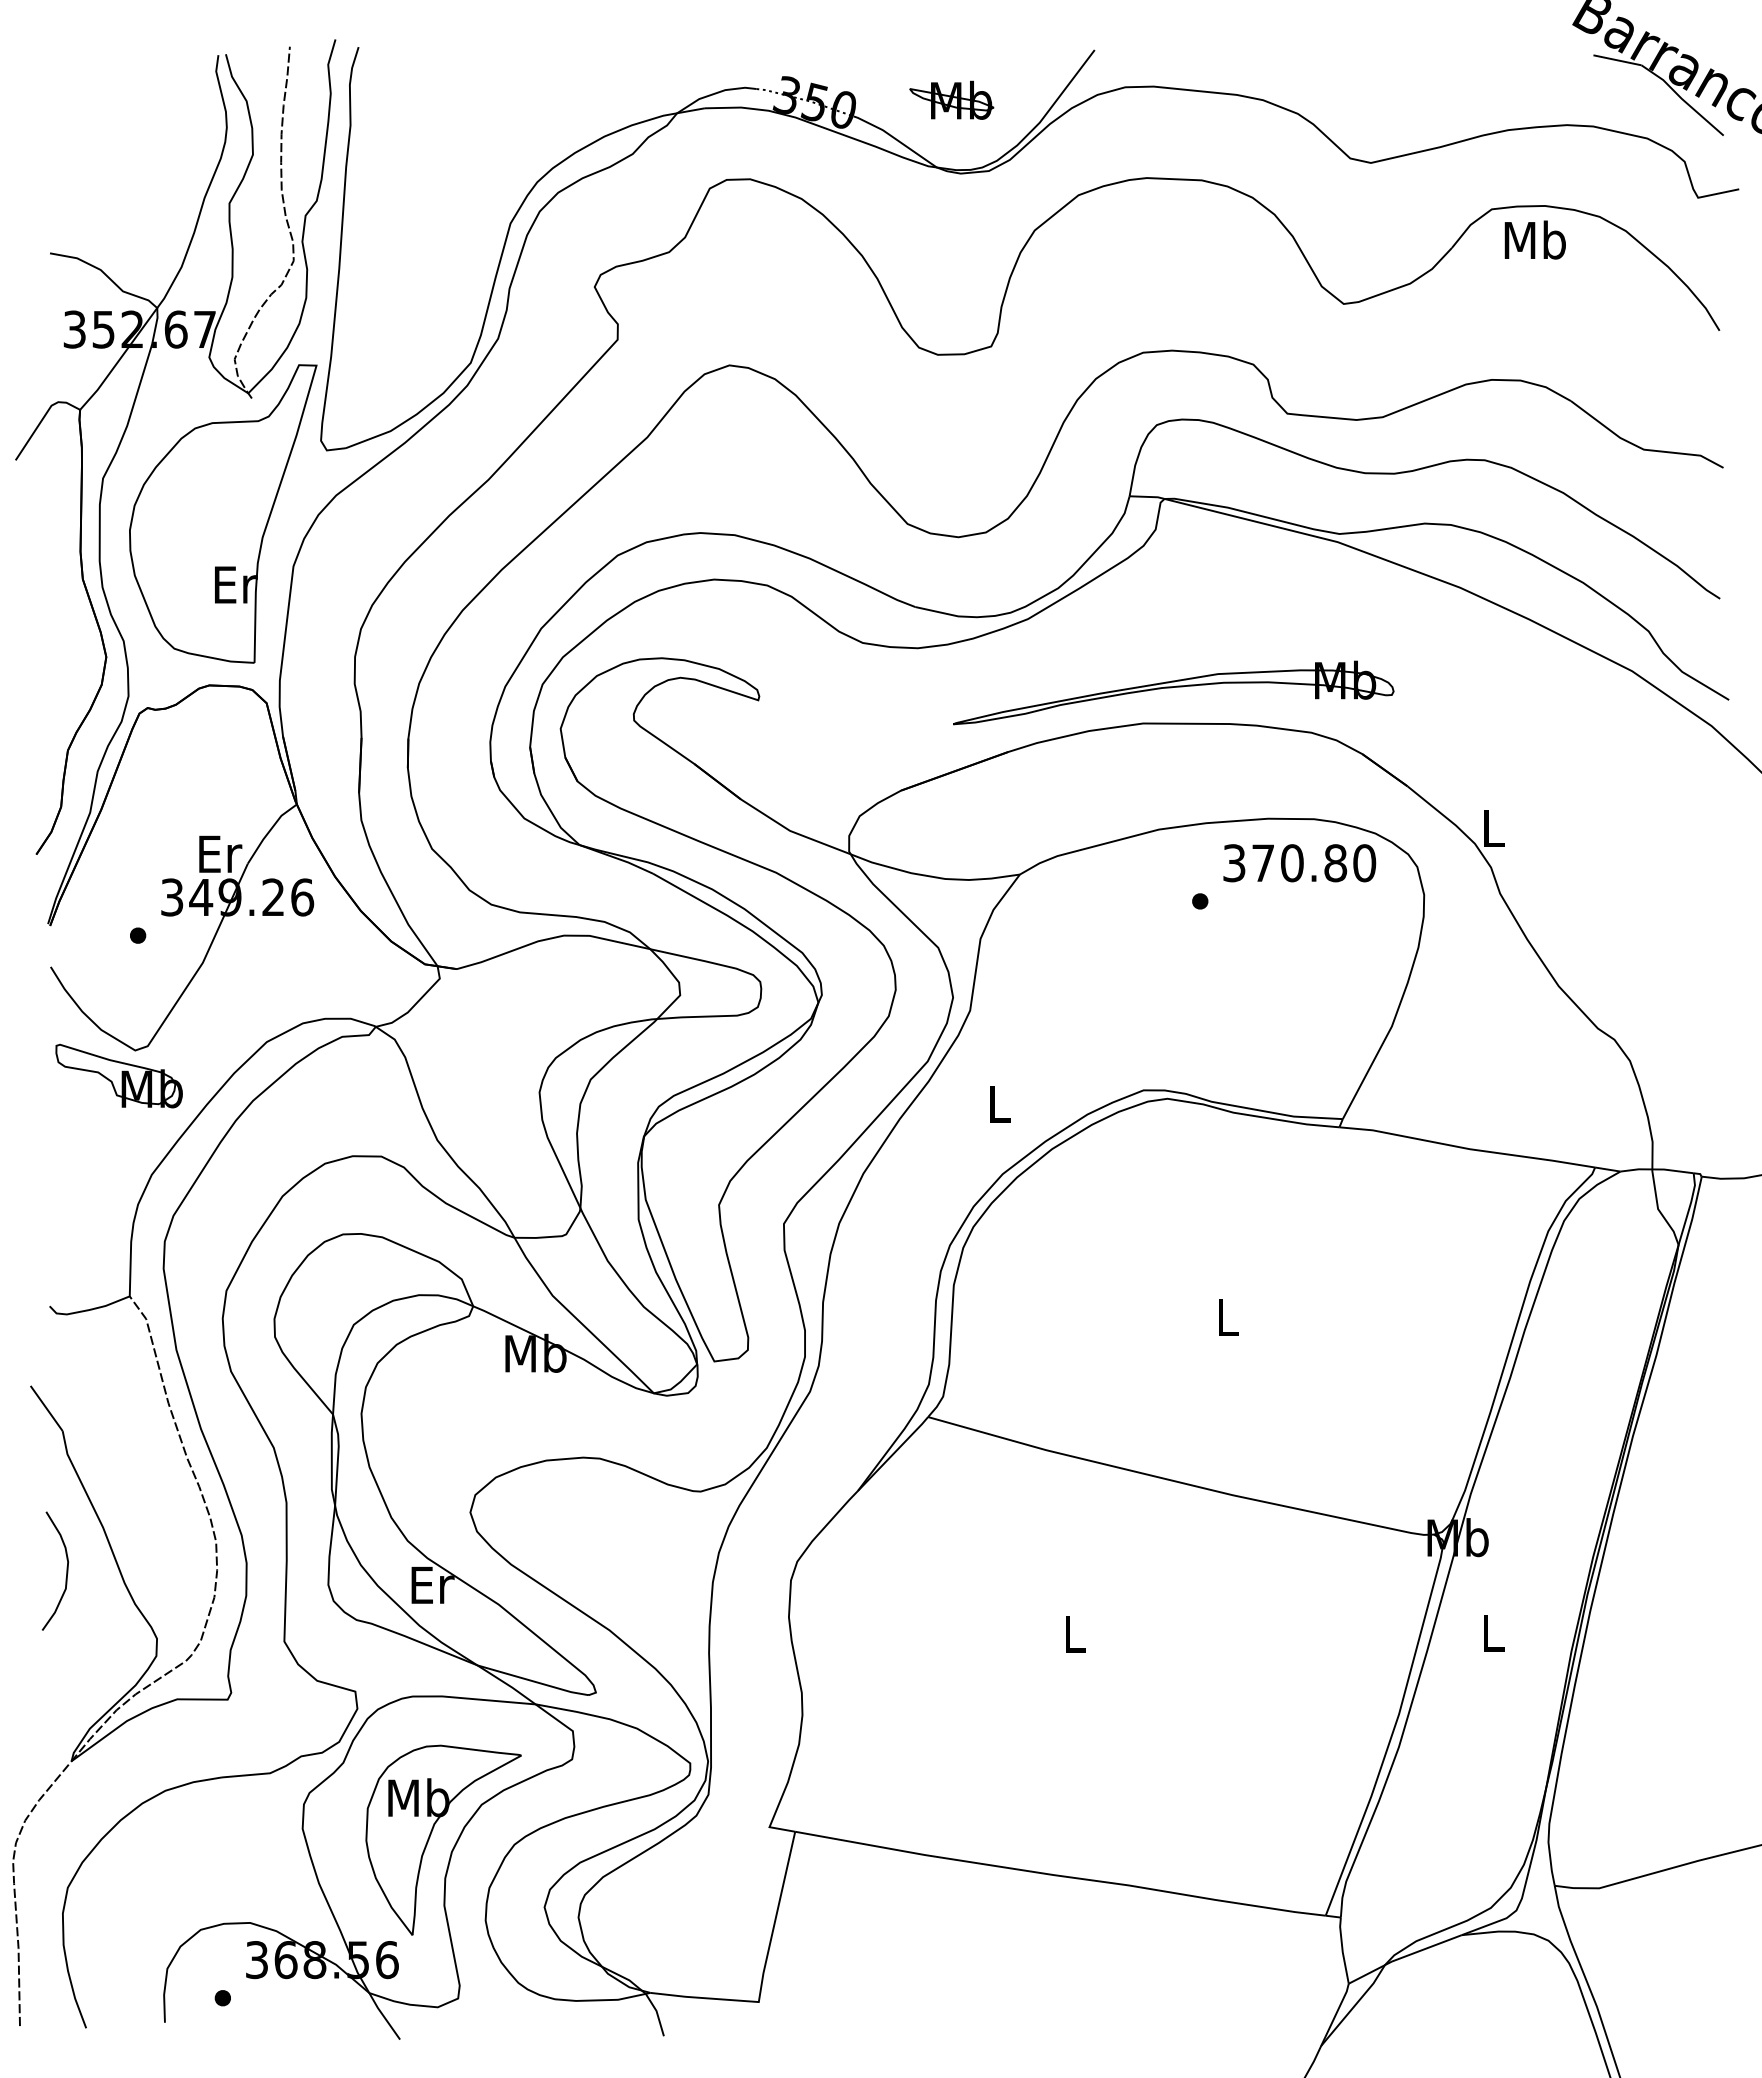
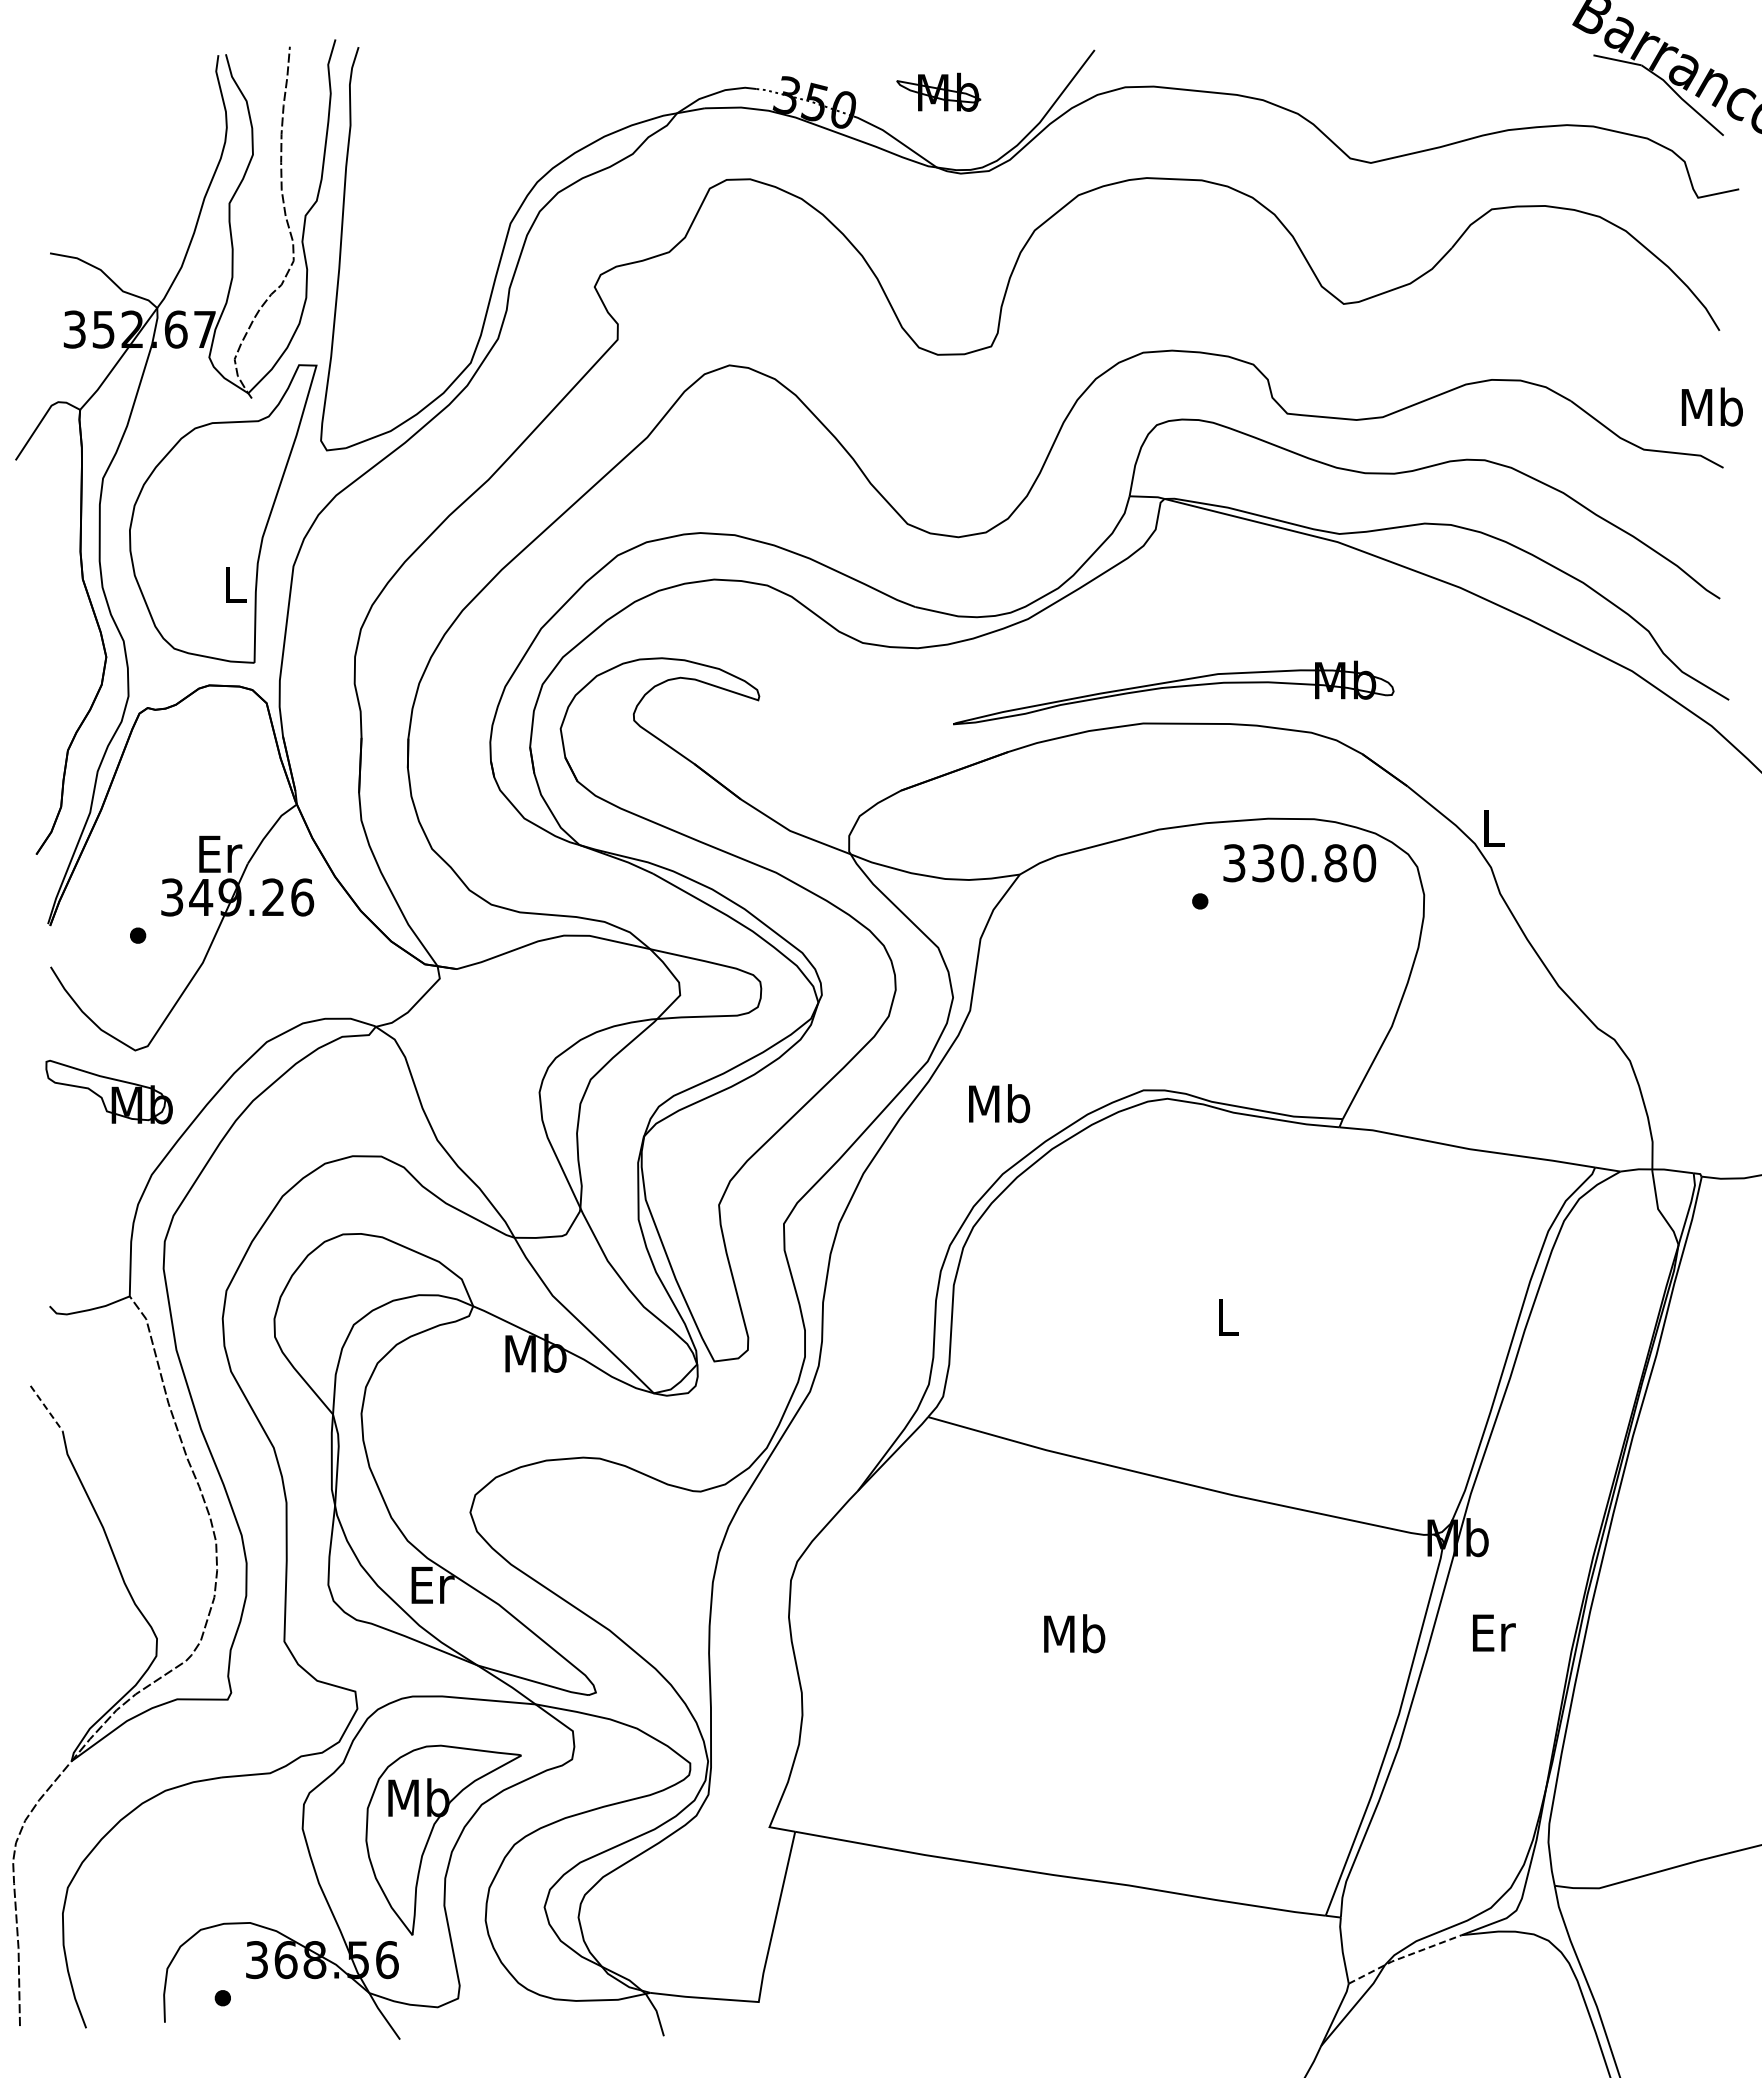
part at (951, 99) position: (951, 99) -> (938, 91)
text at (1534, 239) position: (1534, 239) -> (1711, 406)
text at (236, 584): Er -> L
text at (1263, 863): 370.80 -> 330.80
part at (118, 1075) position: (118, 1075) -> (108, 1091)
text at (999, 1103): L -> Mb
line at (46, 1408): solid -> dashed
curve at (66, 1570): present -> none
text at (1494, 1632): L -> Er
text at (1074, 1633): L -> Mb
line at (1403, 1957): solid -> dashed
